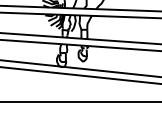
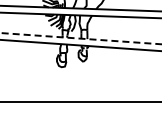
line at (81, 38): solid -> dashed
line at (80, 68): present -> none
line at (80, 75): present -> none
